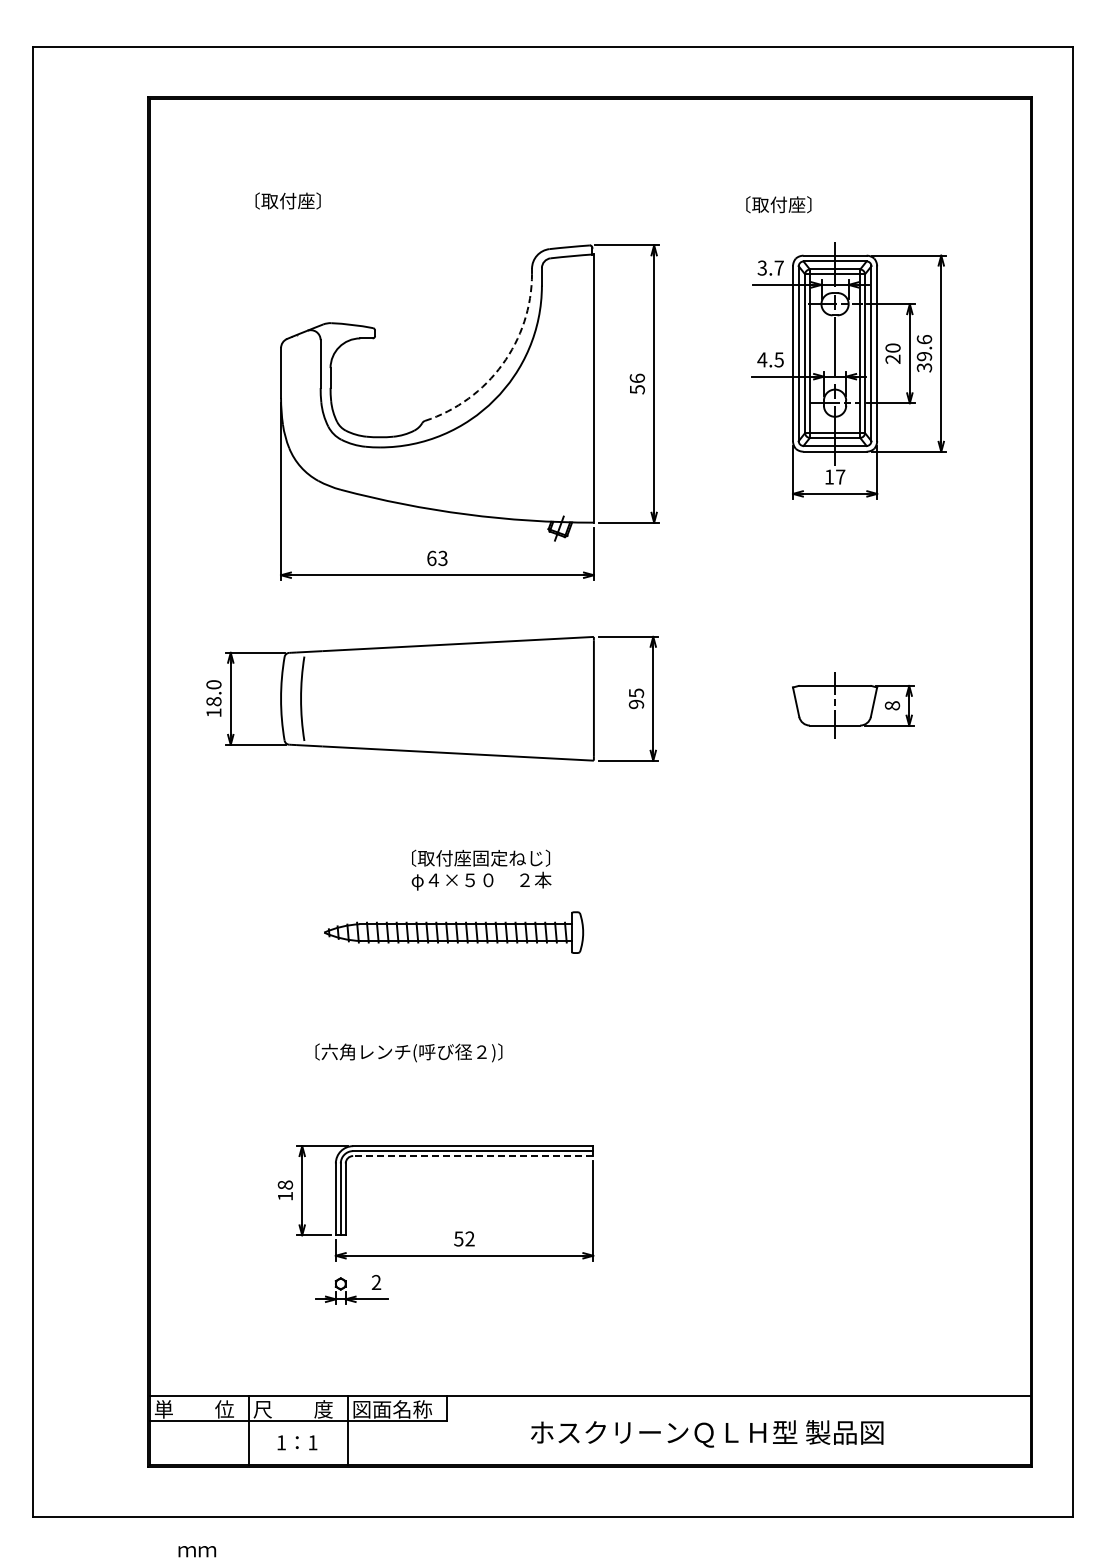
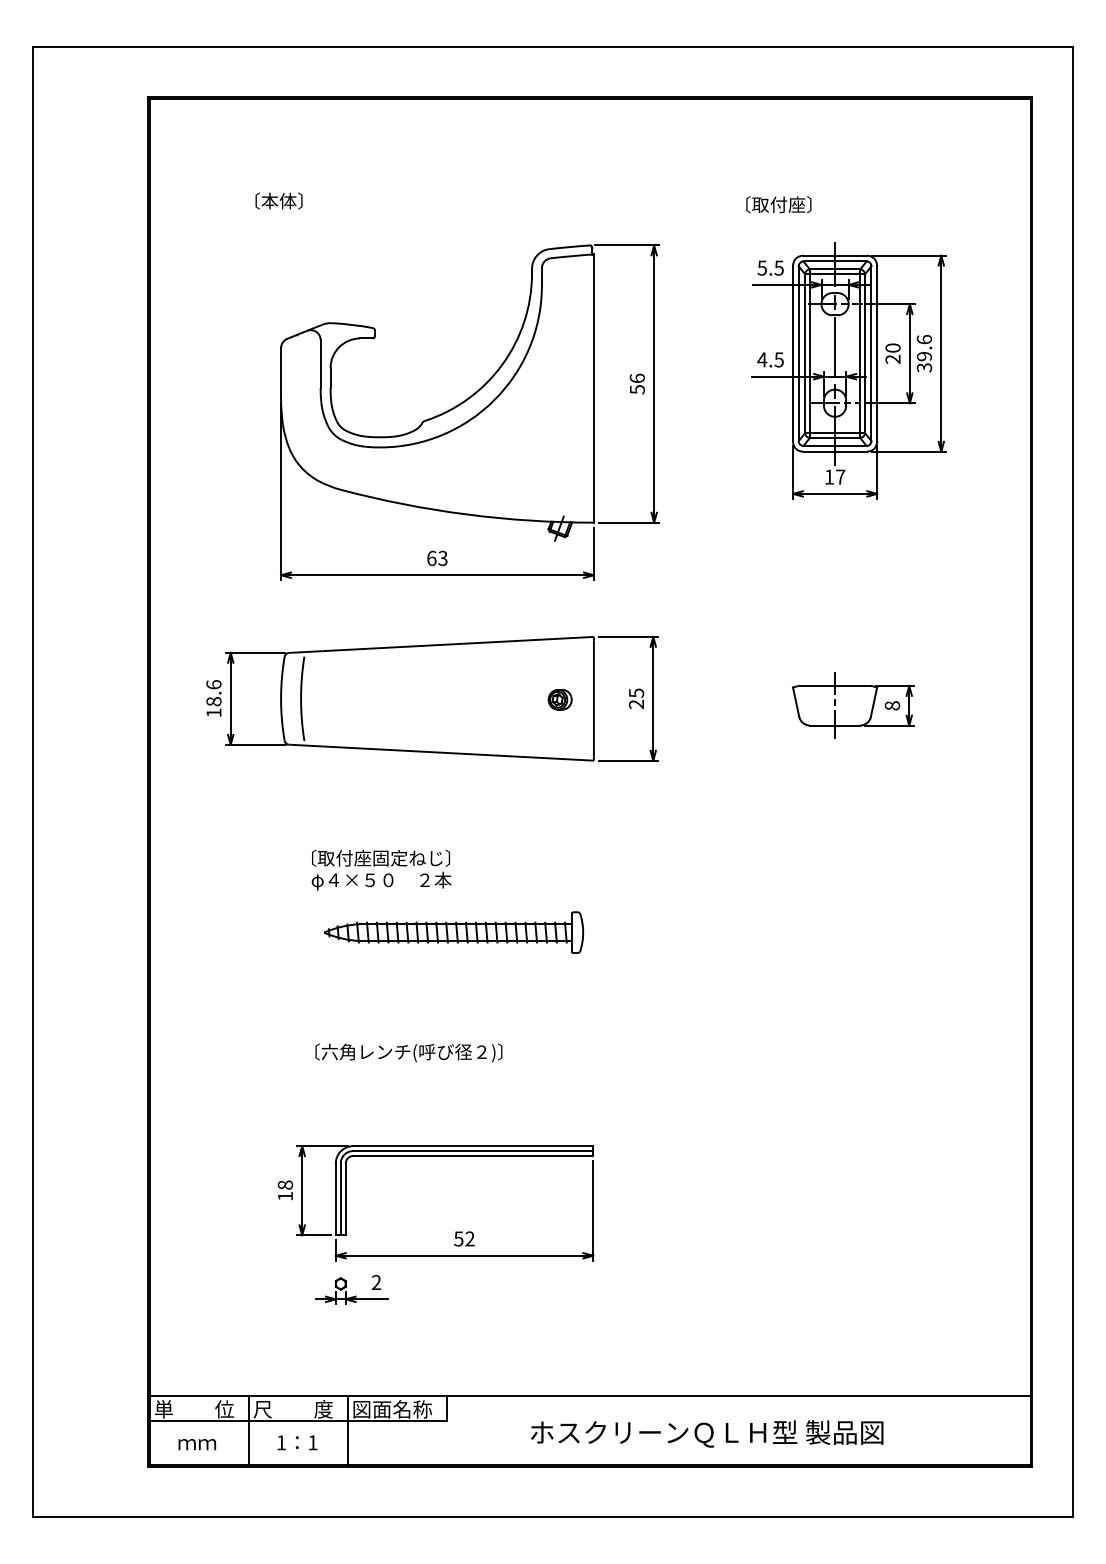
text at (290, 200): 〔取付座〕 -> 〔本体〕
text at (770, 267): 3.7 -> 5.5
arc at (502, 364): dashed -> solid
text at (213, 684): 18.0 -> 18.6
part at (559, 699): none -> present
text at (636, 704): 95 -> 25
text at (481, 869) position: (481, 869) -> (381, 869)
line at (472, 1156): dashed -> solid
text at (197, 1551) position: (197, 1551) -> (197, 1444)
